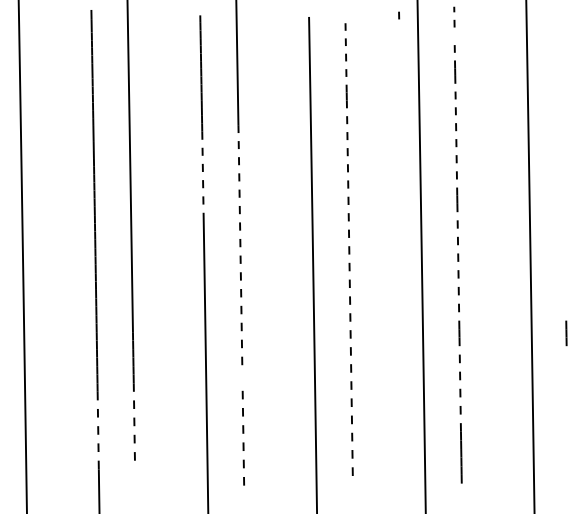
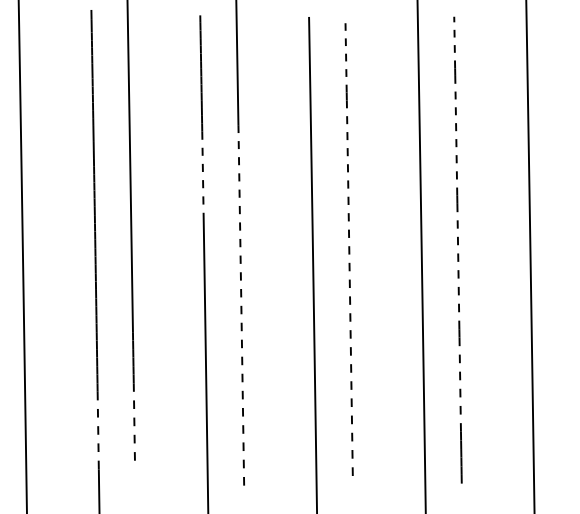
curve at (399, 15): present -> none
line at (454, 19) position: (454, 19) -> (454, 29)
line at (566, 333): present -> none
curve at (242, 377): none -> present
